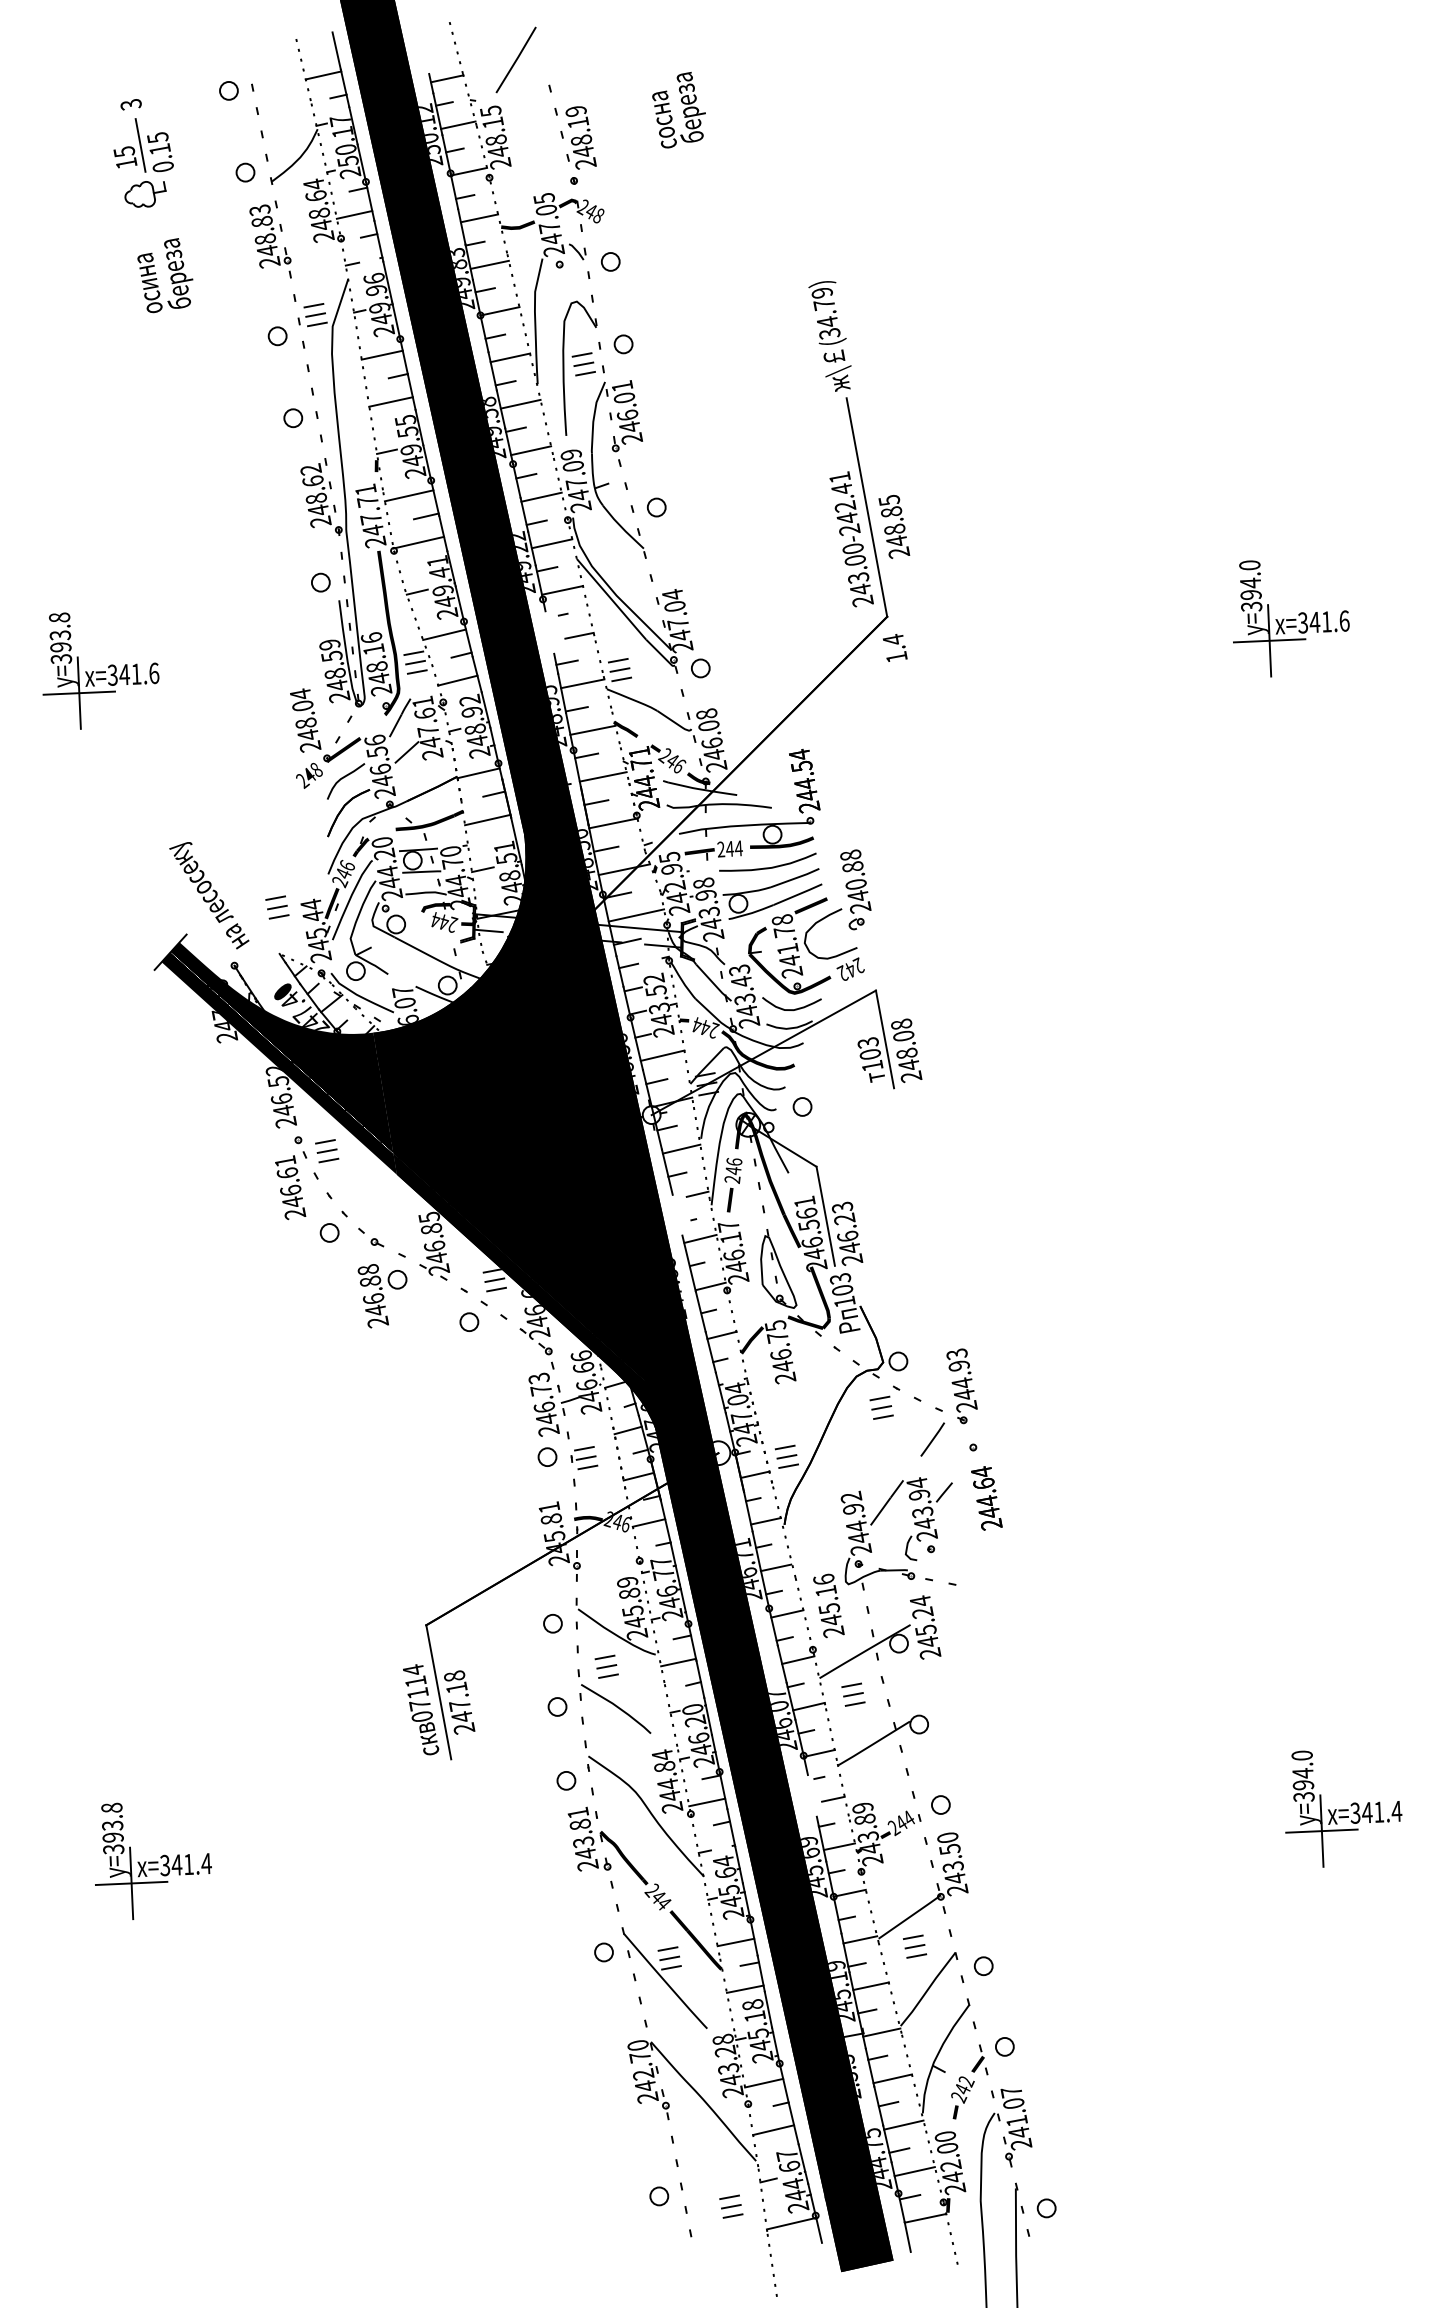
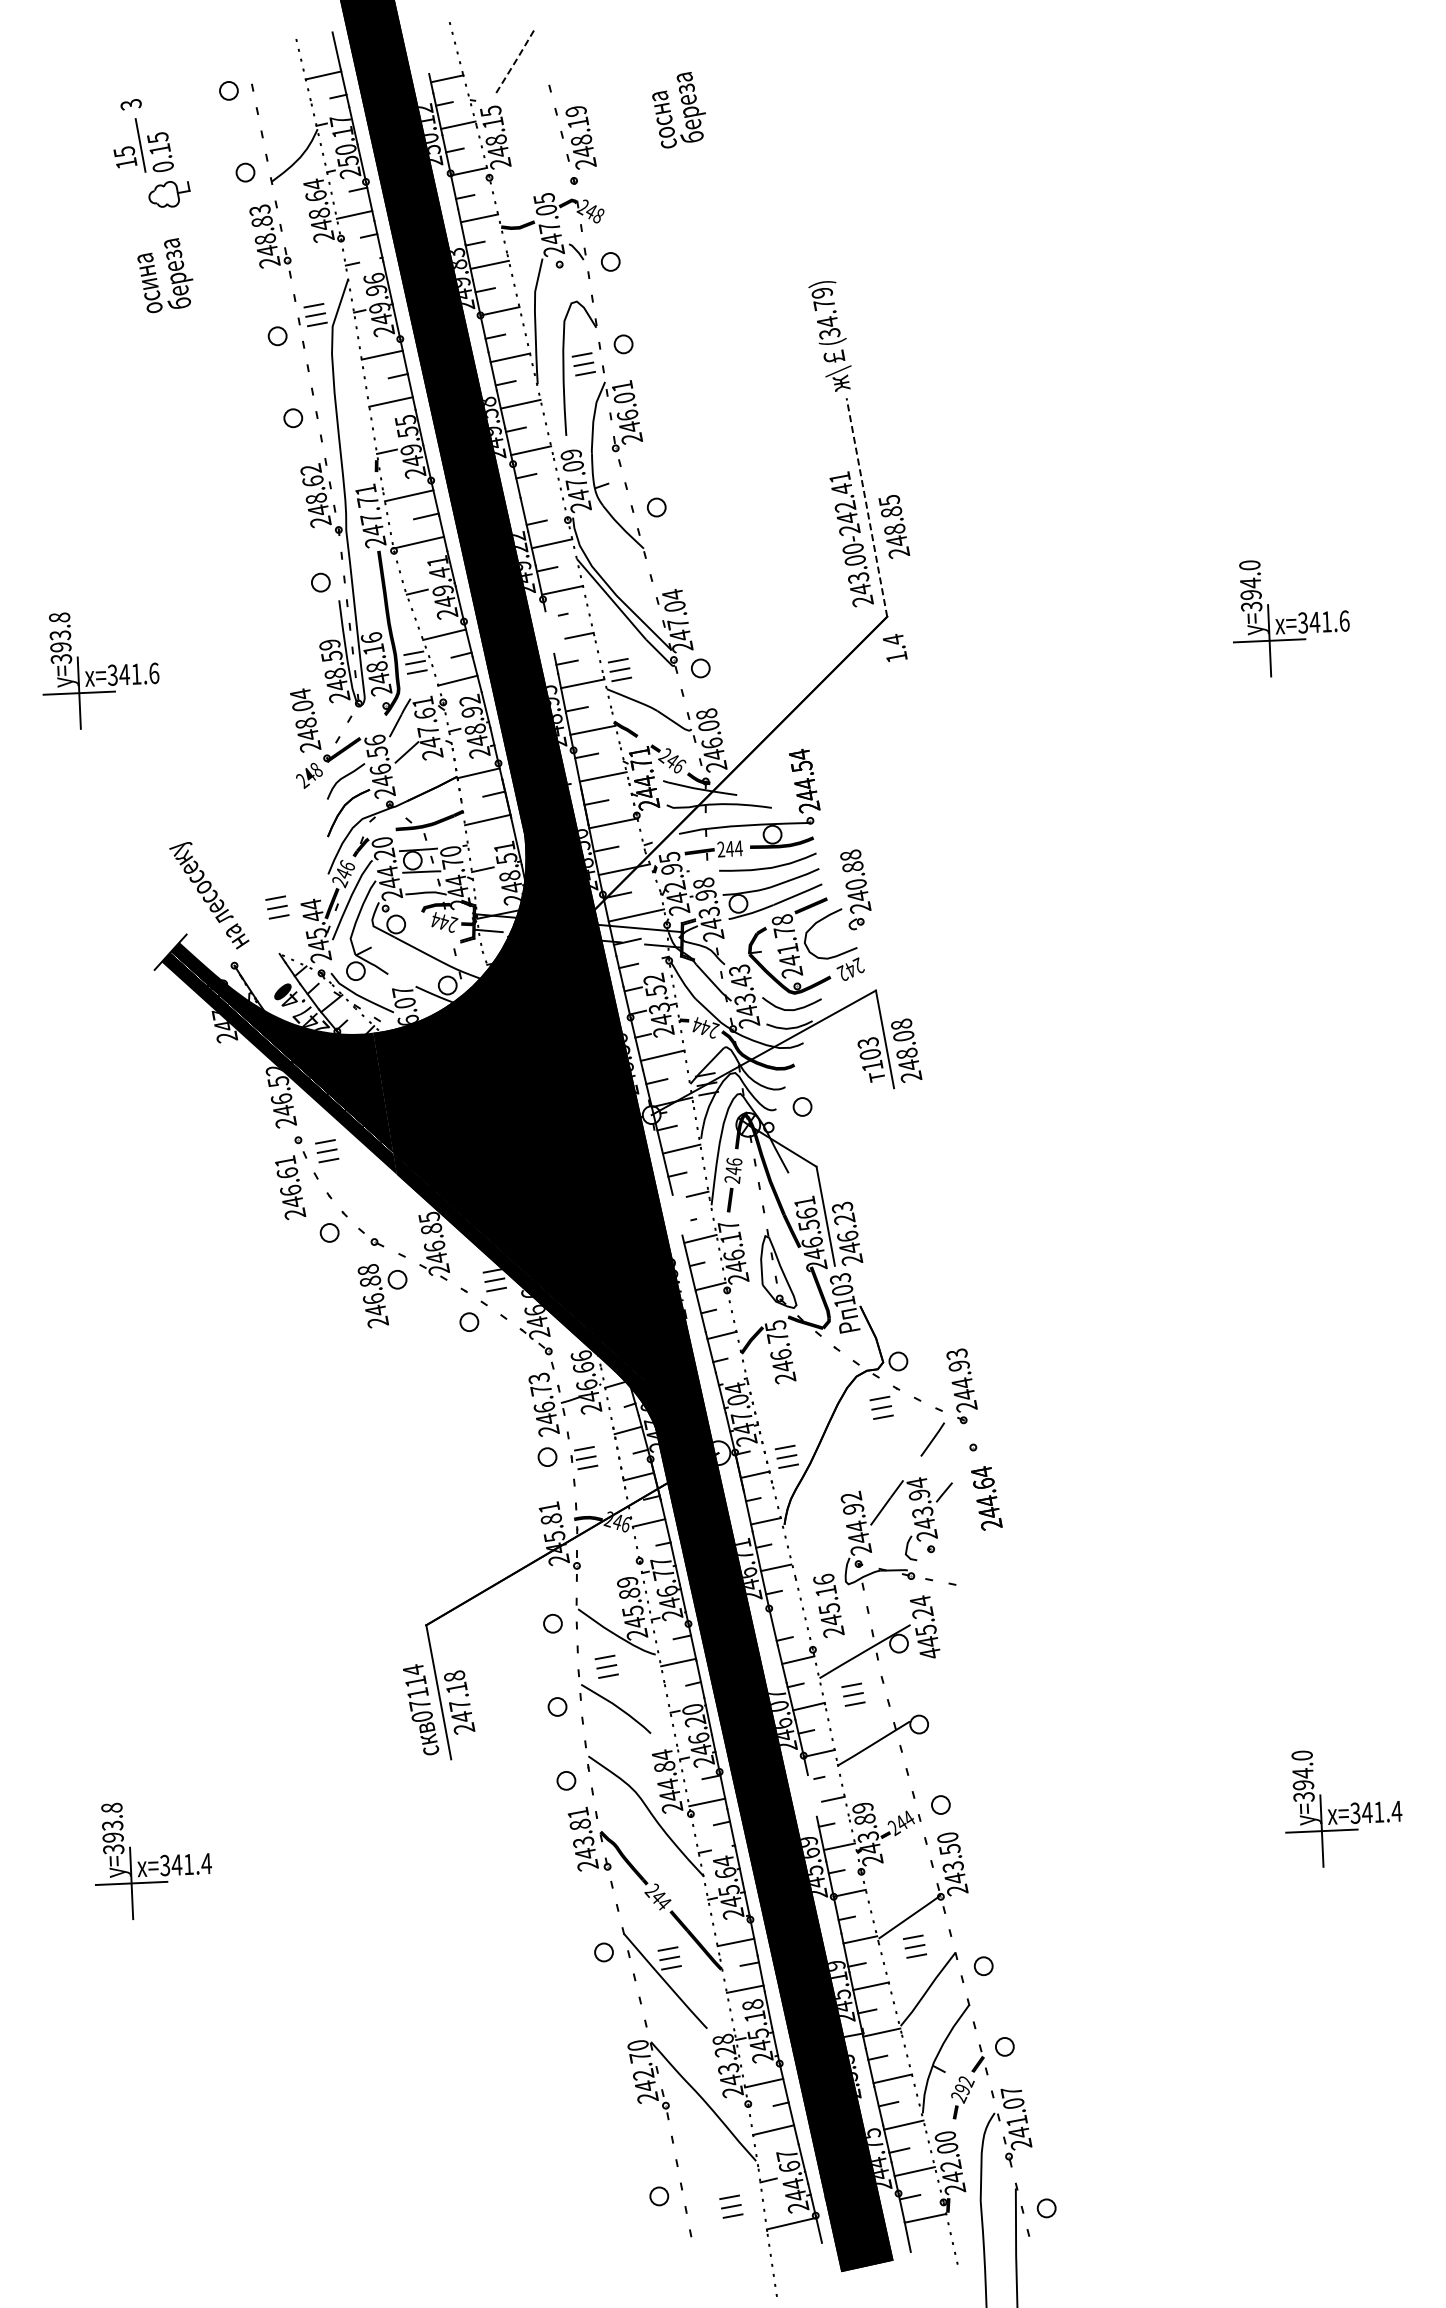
line at (516, 59): solid -> dashed
part at (145, 194) position: (145, 194) -> (169, 194)
line at (541, 496): present -> none
line at (866, 507): solid -> dashed
line at (787, 1613): present -> none
text at (930, 1653): 245.24 -> 445.24
text at (962, 2089): 242 -> 292
